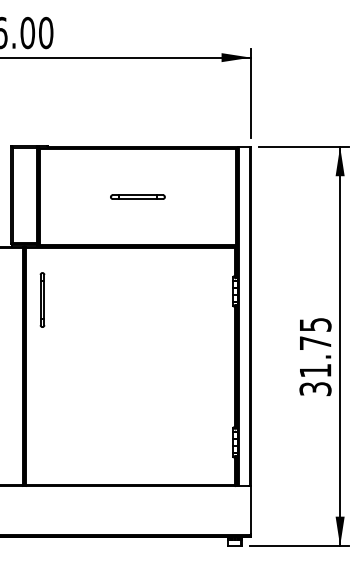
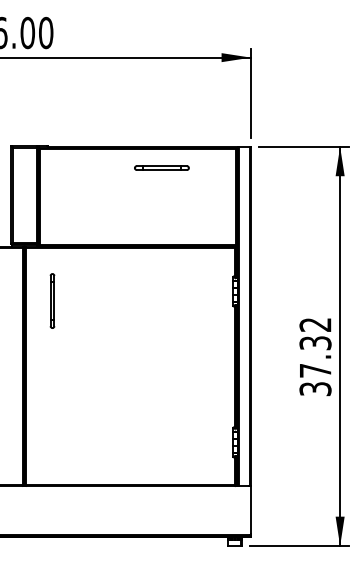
part at (137, 196) position: (137, 196) -> (161, 167)
part at (42, 299) position: (42, 299) -> (52, 300)
text at (315, 347): 31.75 -> 37.32
